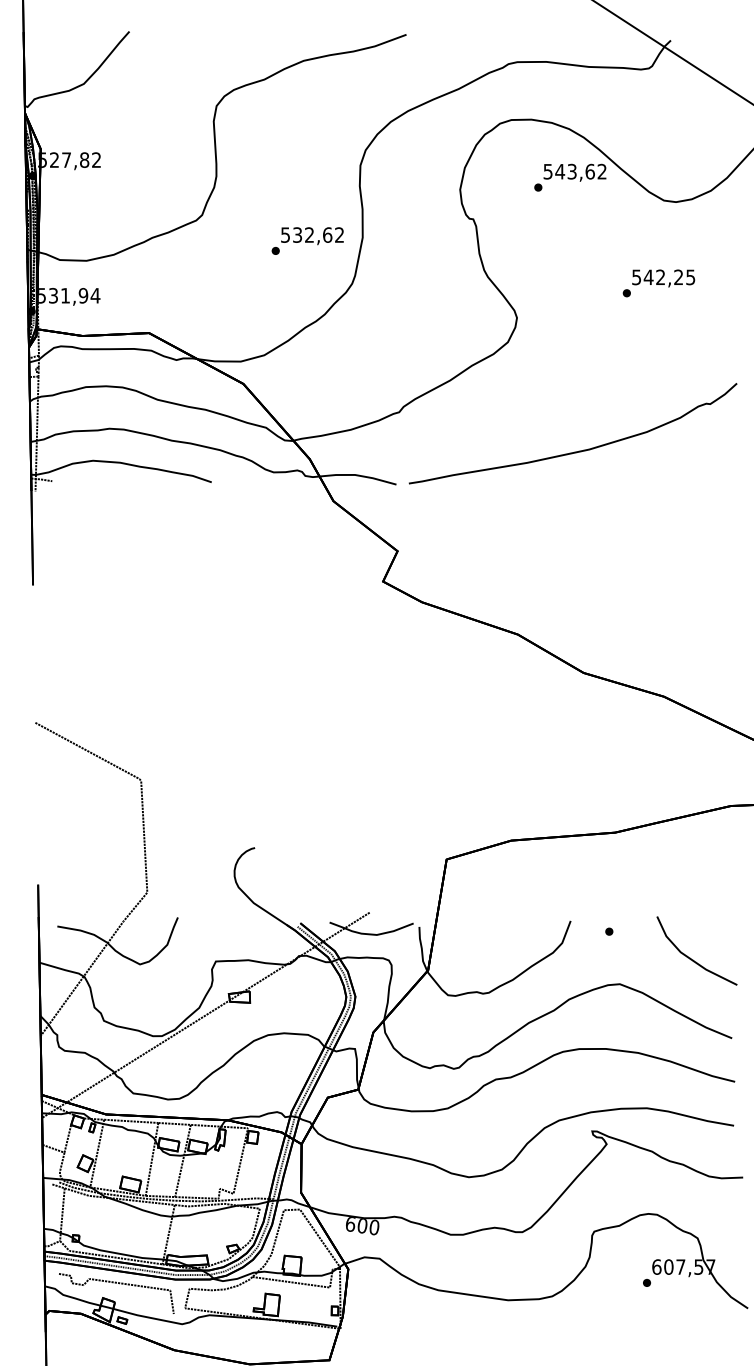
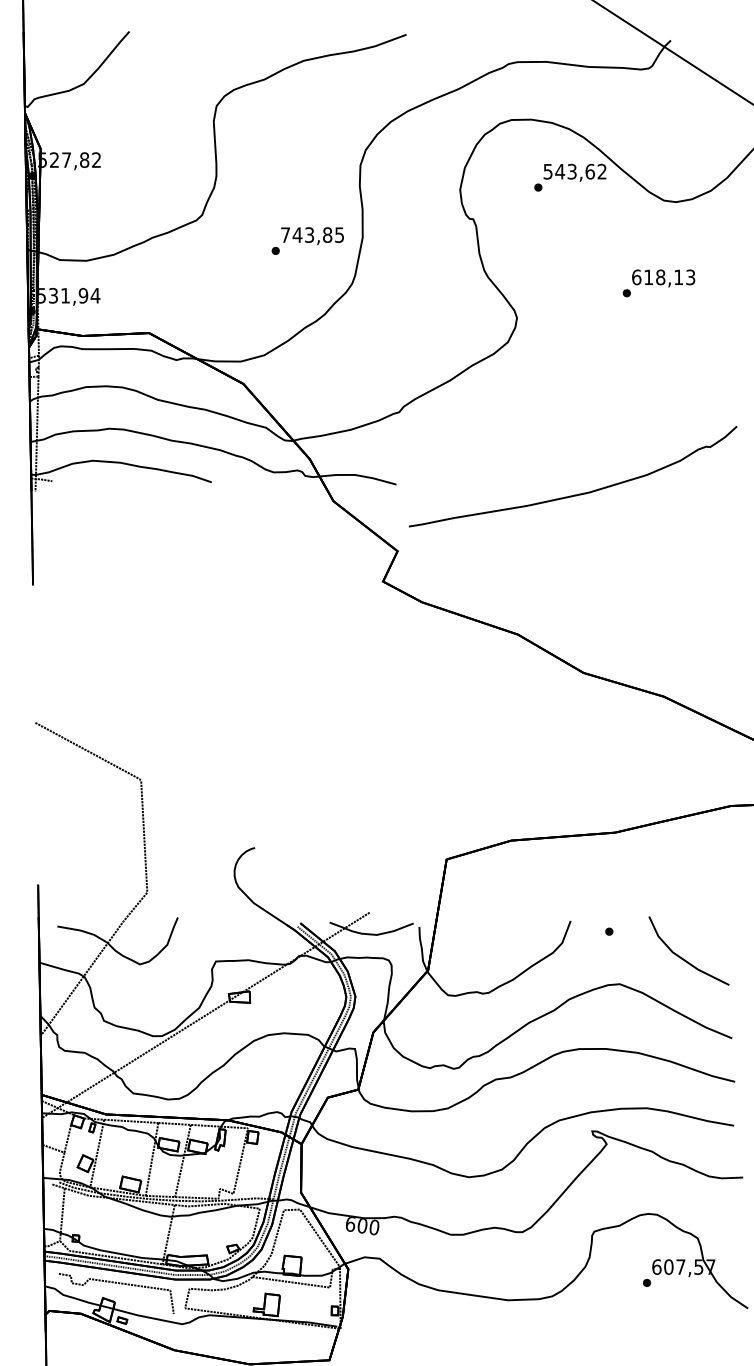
text at (312, 234): 532,62 -> 743,85
text at (663, 277): 542,25 -> 618,13
curve at (574, 451) position: (574, 451) -> (574, 494)
line at (690, 957) position: (690, 957) -> (682, 957)
